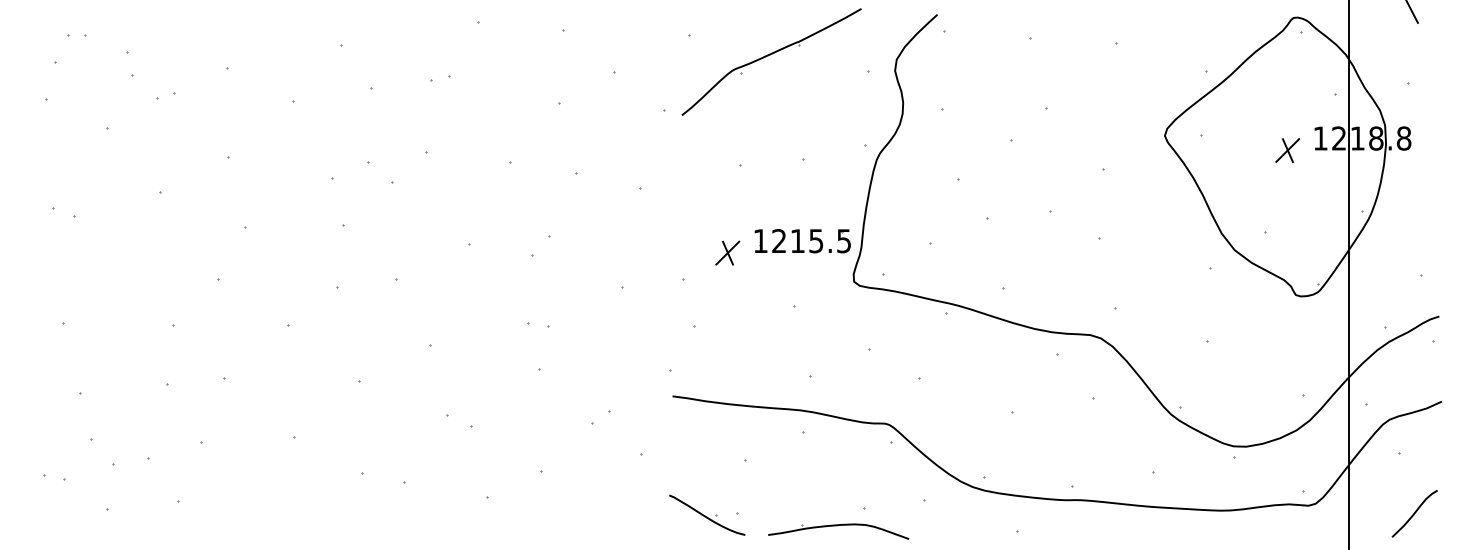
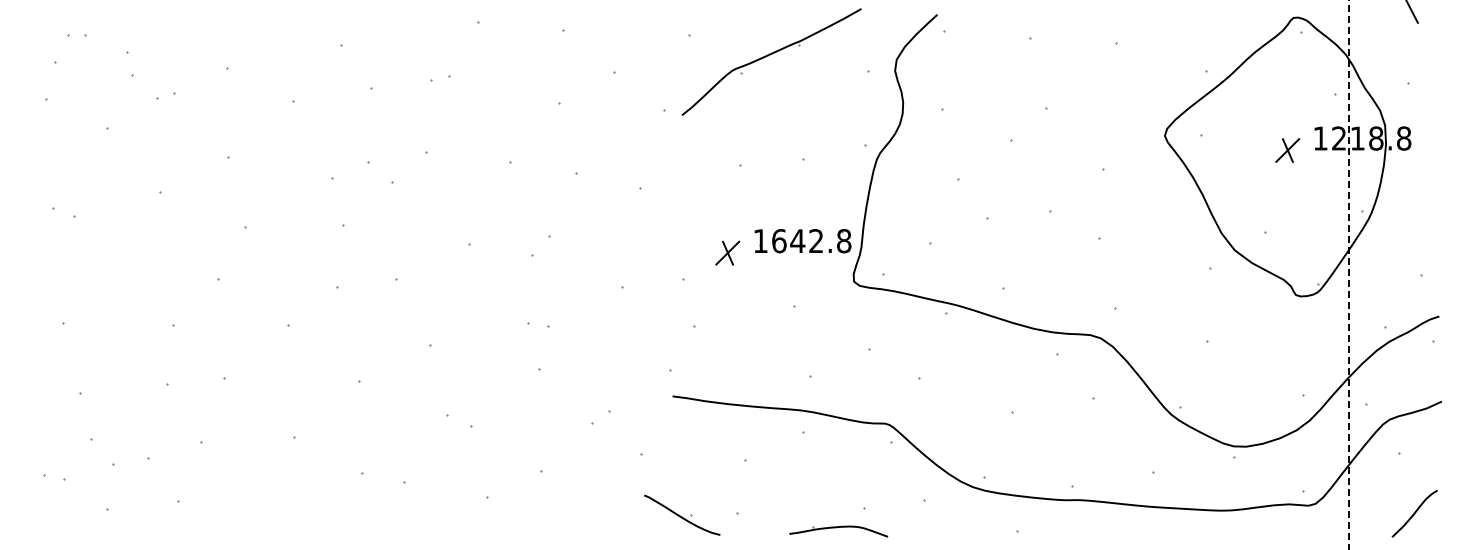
text at (811, 241): 1215.5 -> 1642.8
line at (1349, 275): solid -> dashed
part at (707, 514) position: (707, 514) -> (682, 514)
part at (838, 531) size: 142x17 px -> 100x13 px
